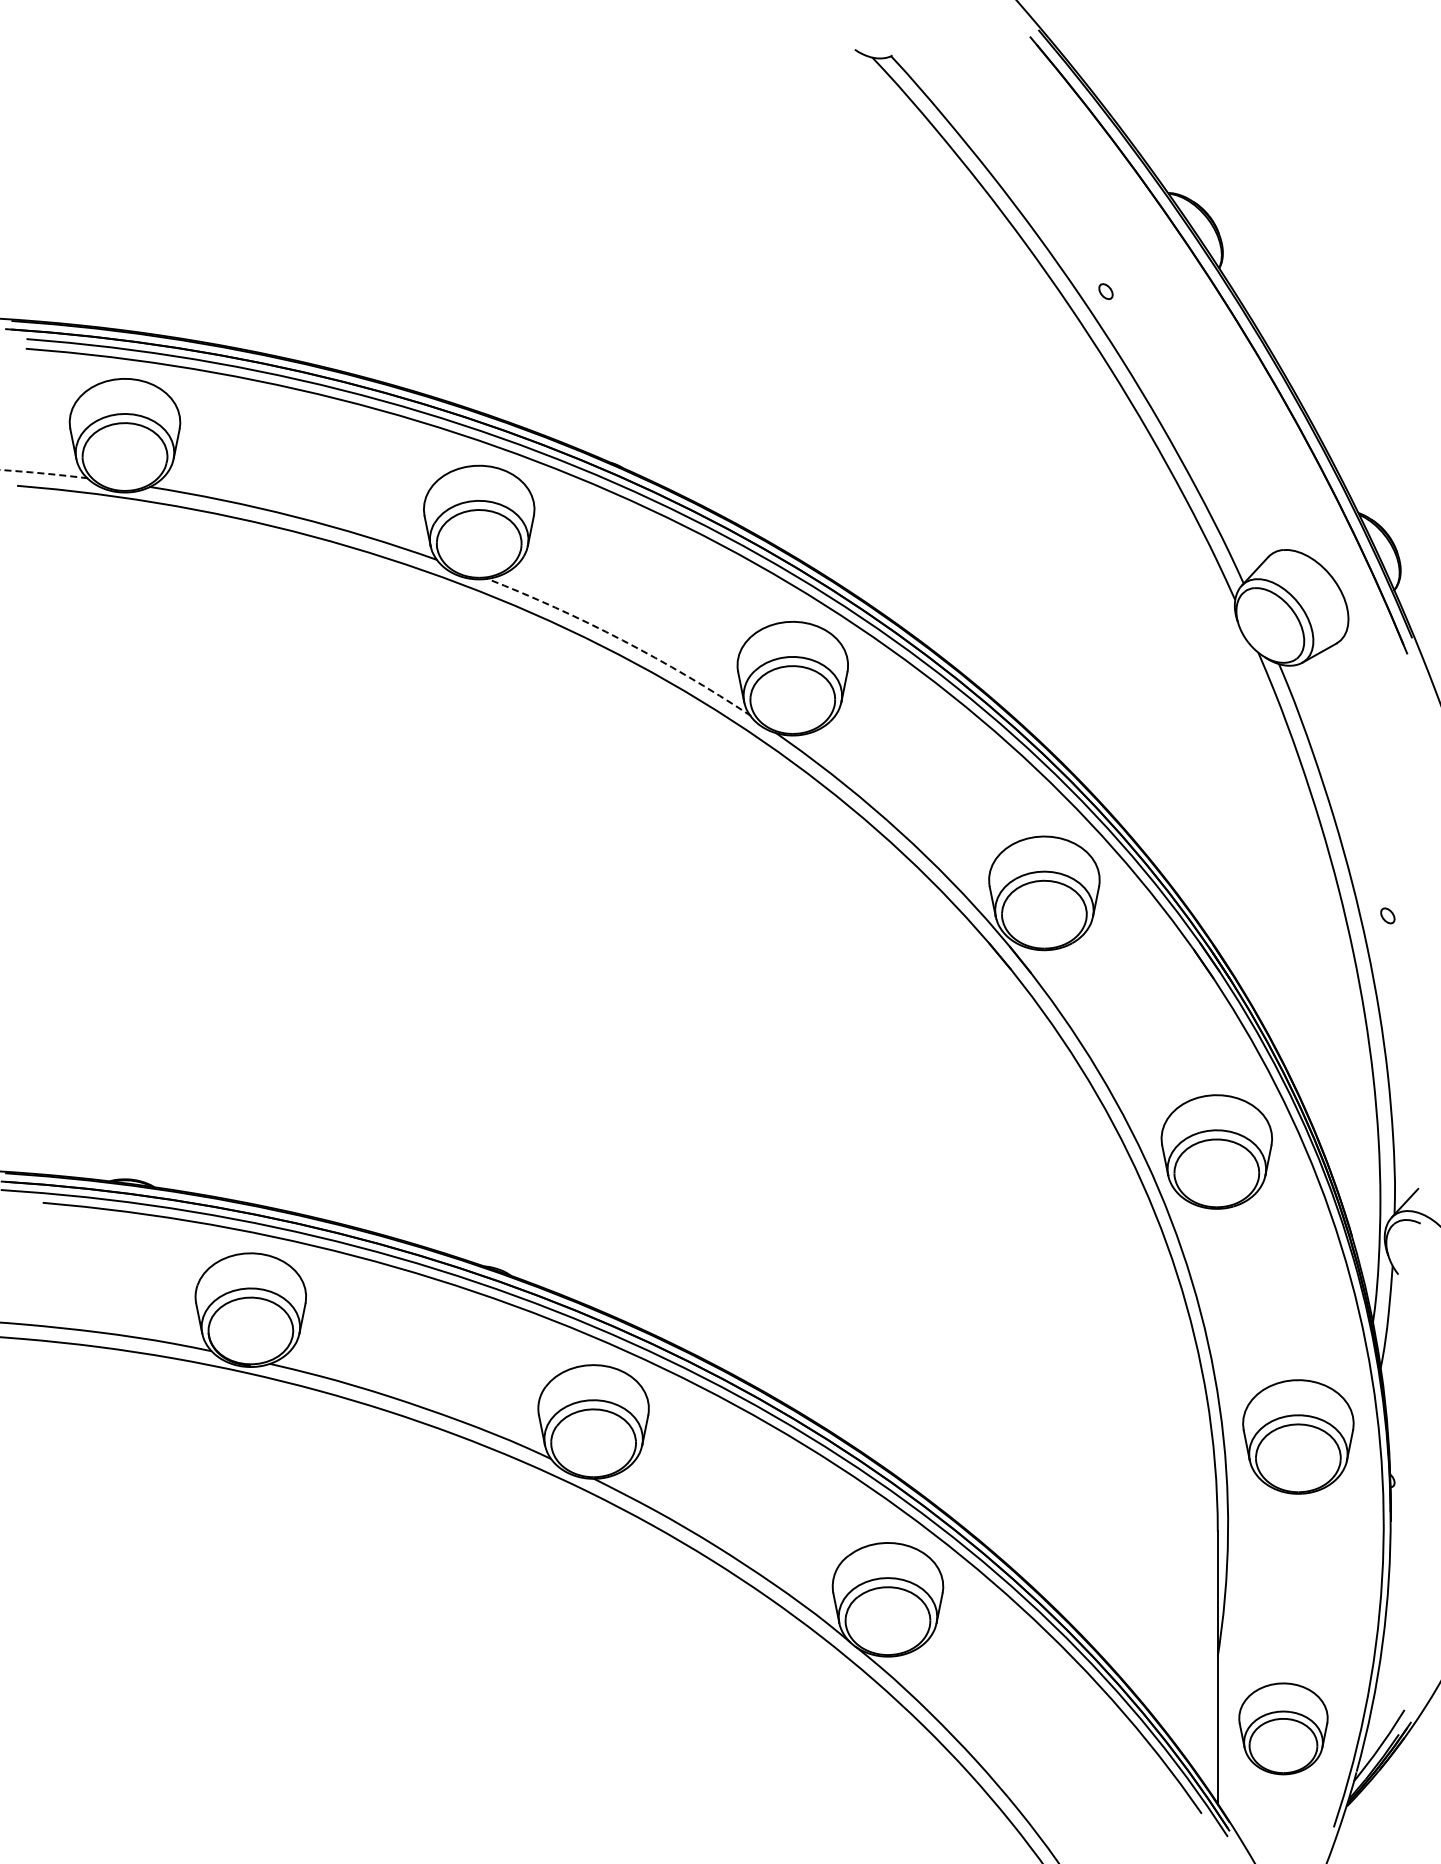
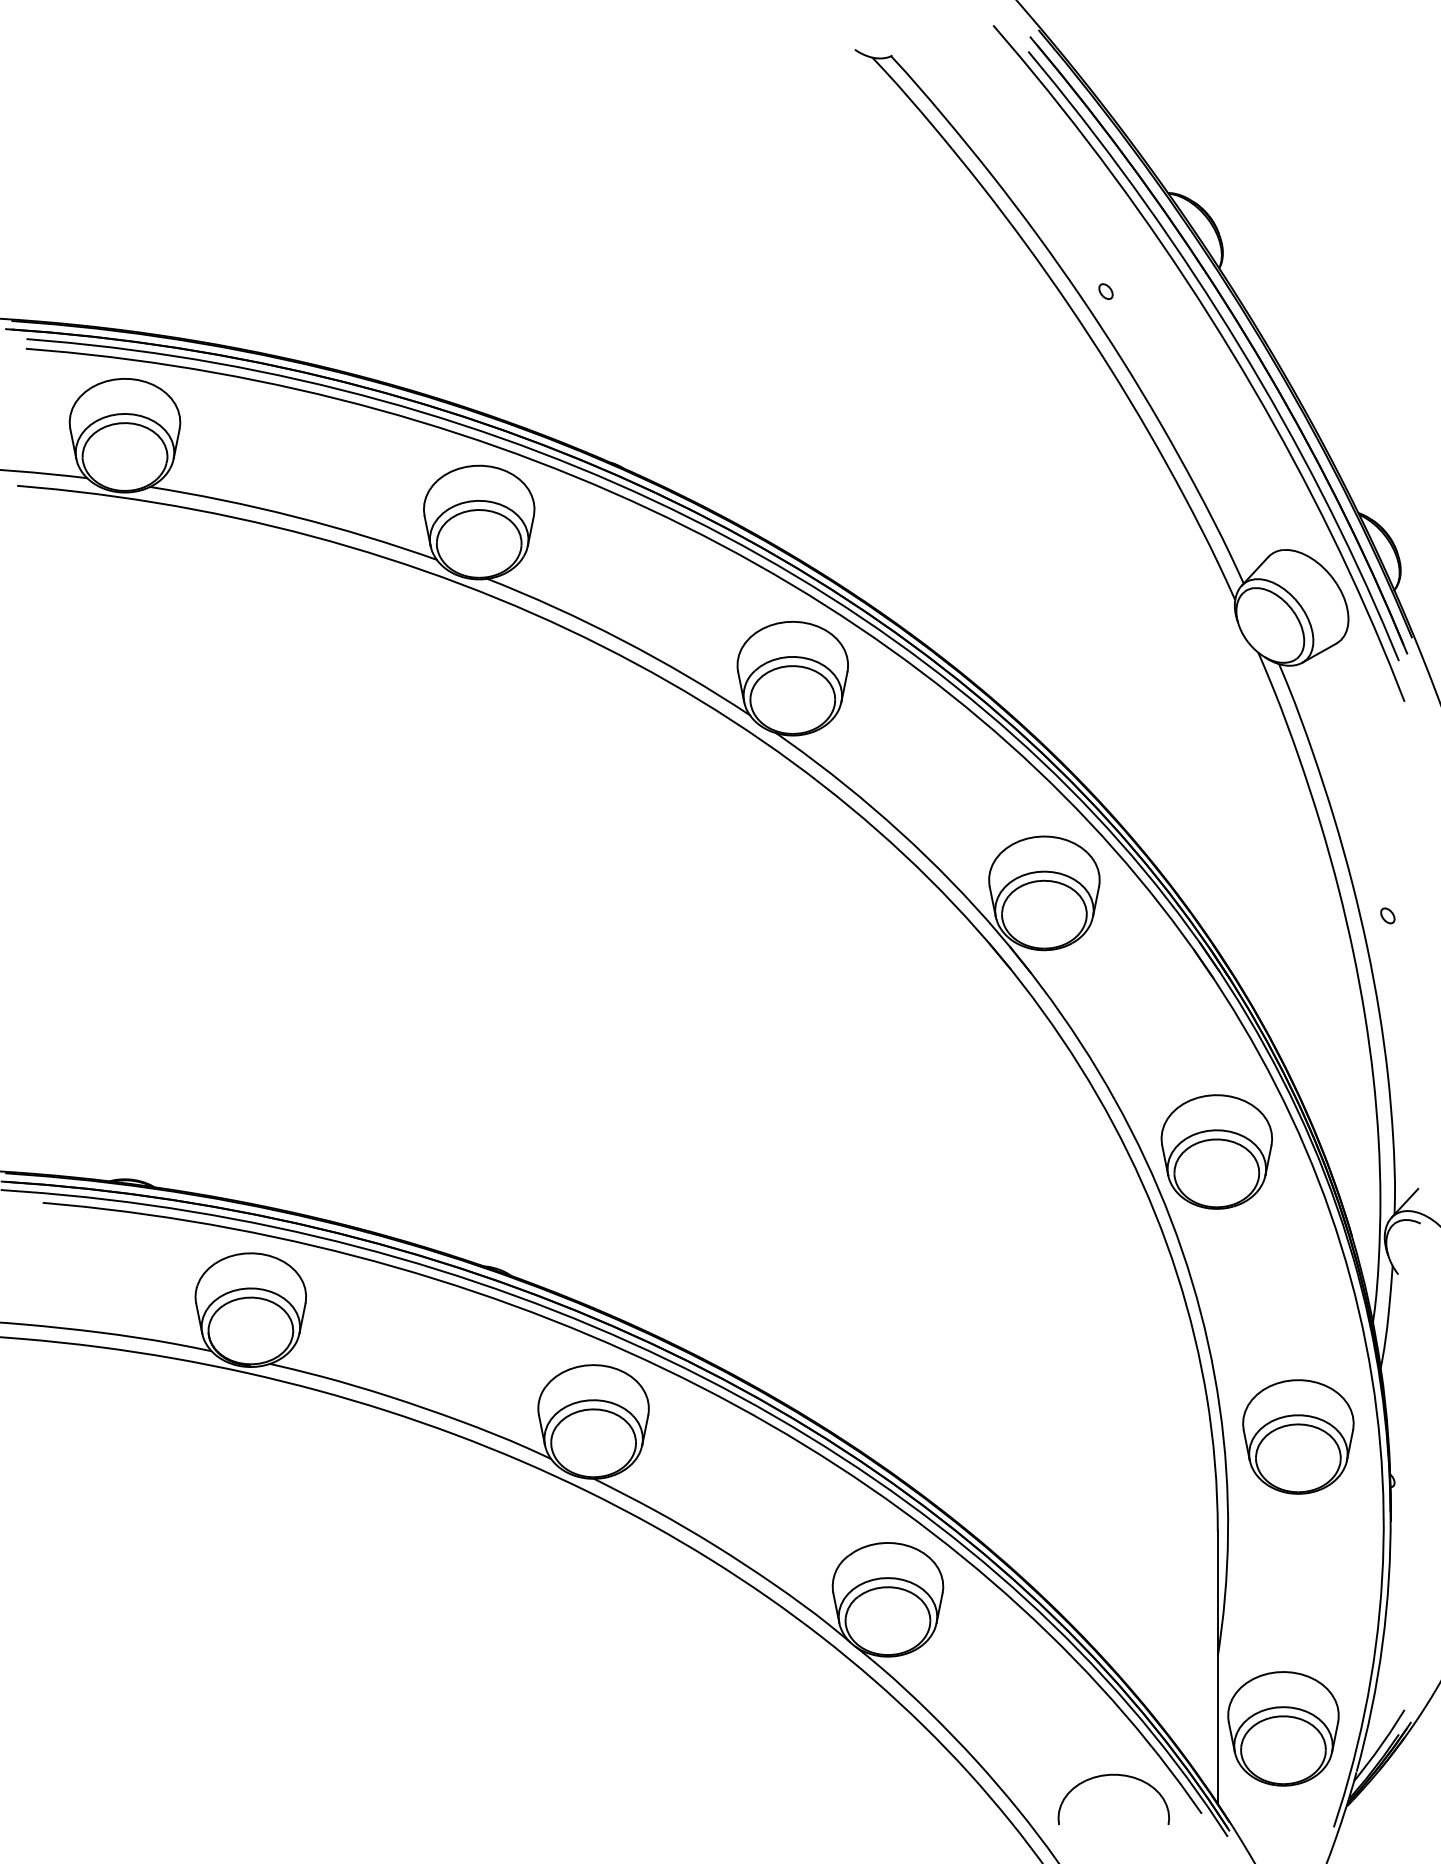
part at (1227, 347): none -> present
arc at (44, 473): dashed -> solid
arc at (622, 640): dashed -> solid
part at (1283, 1728) size: 91x94 px -> 113x116 px
part at (1113, 1775): none -> present
